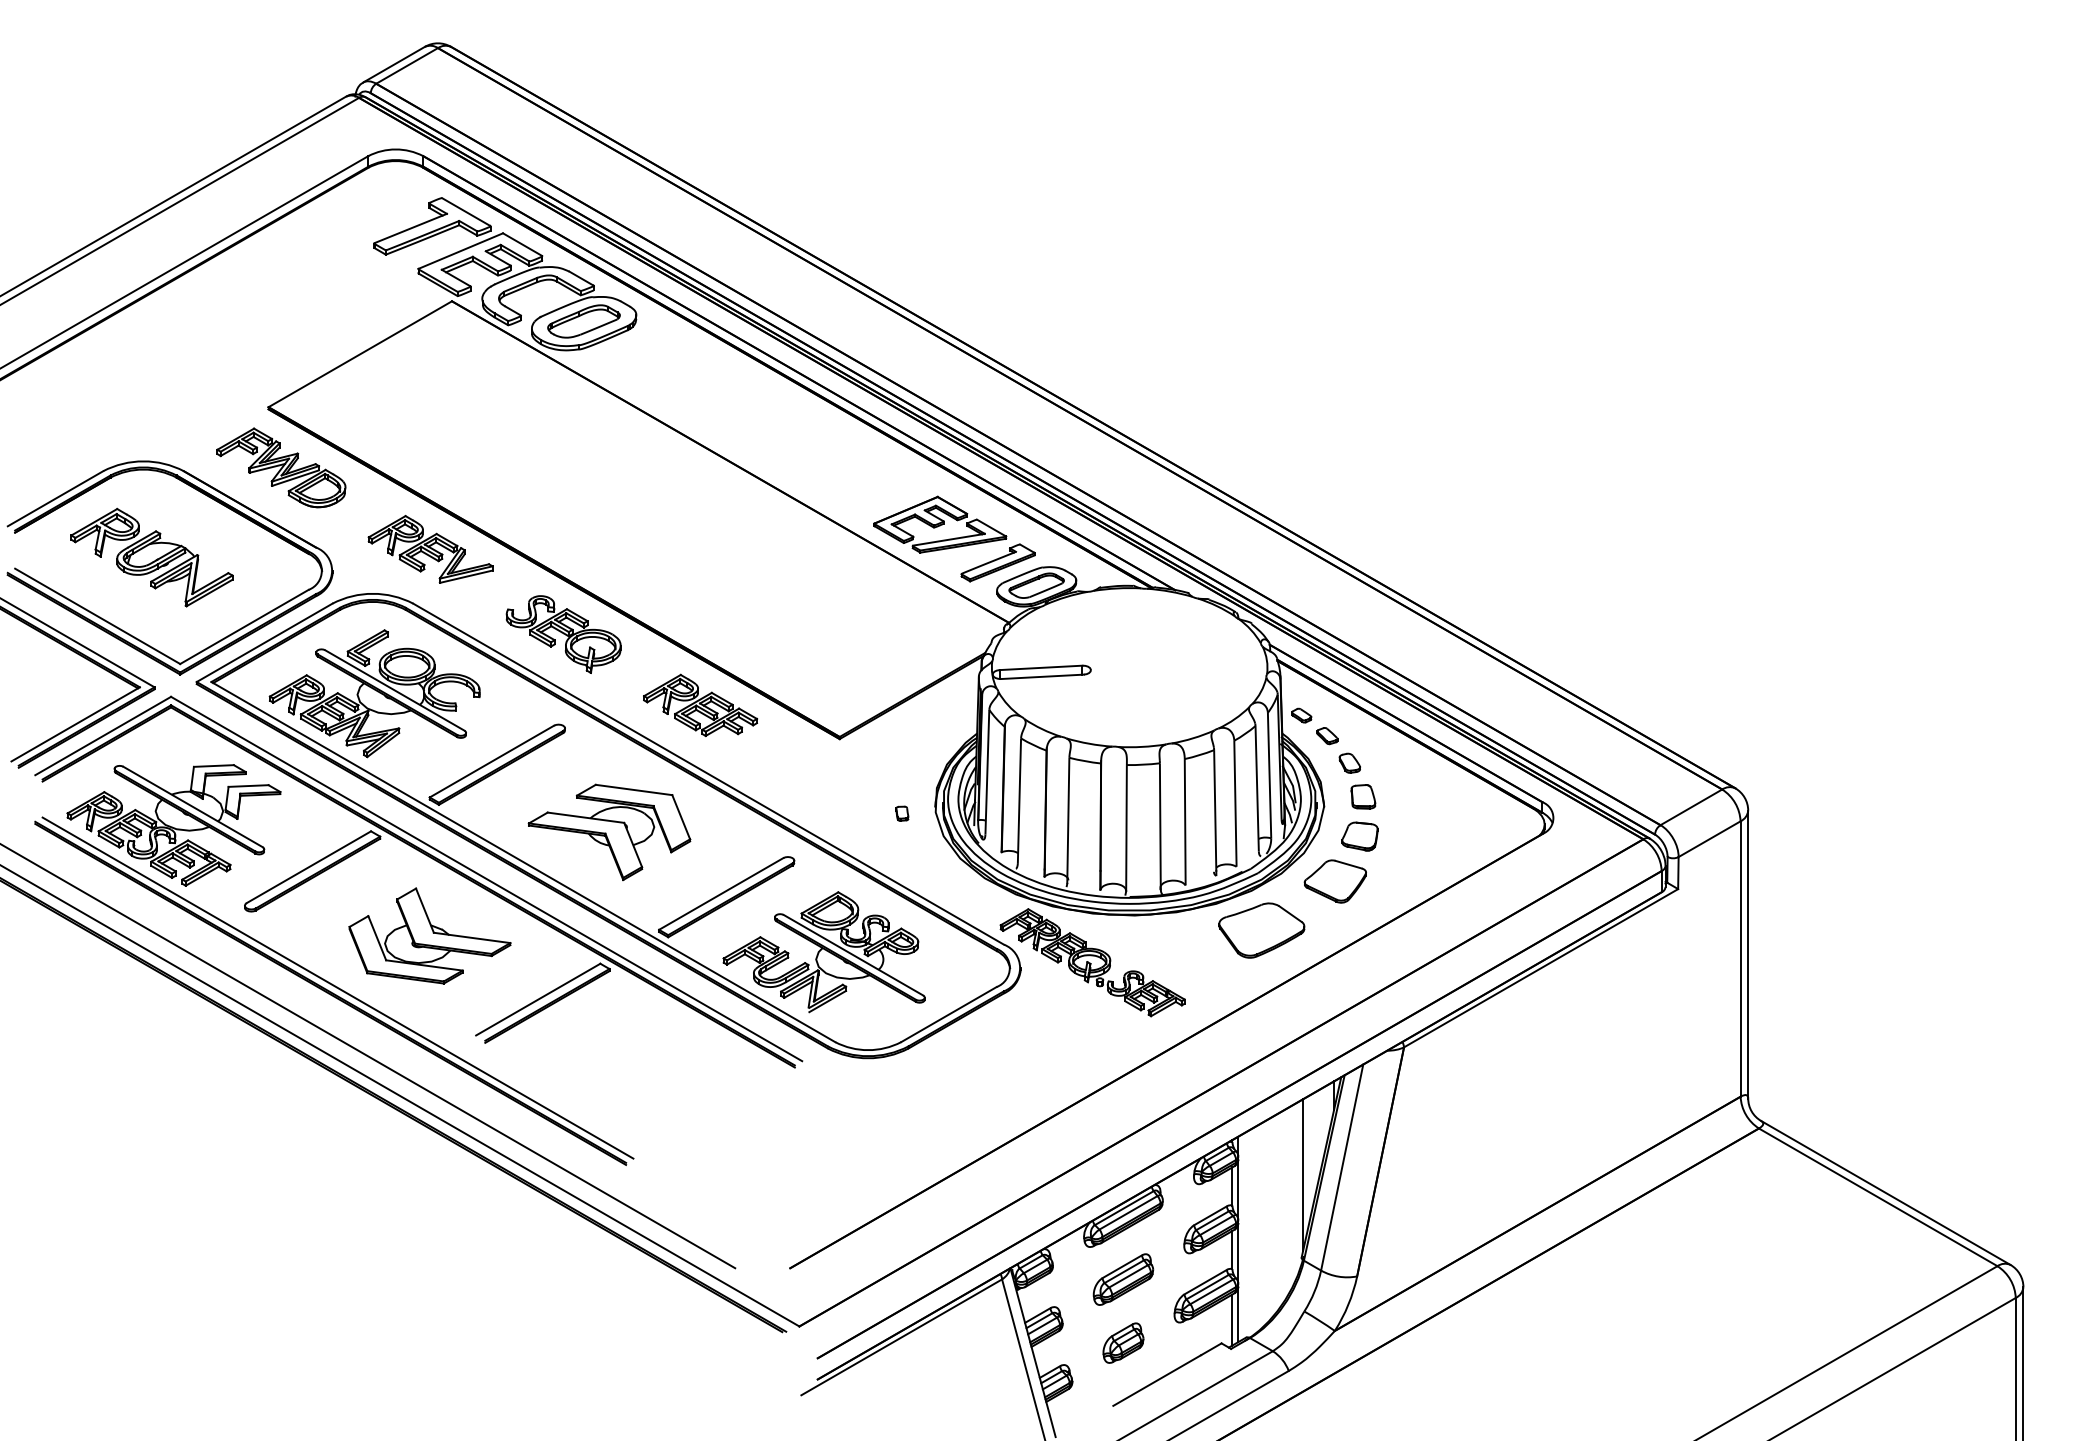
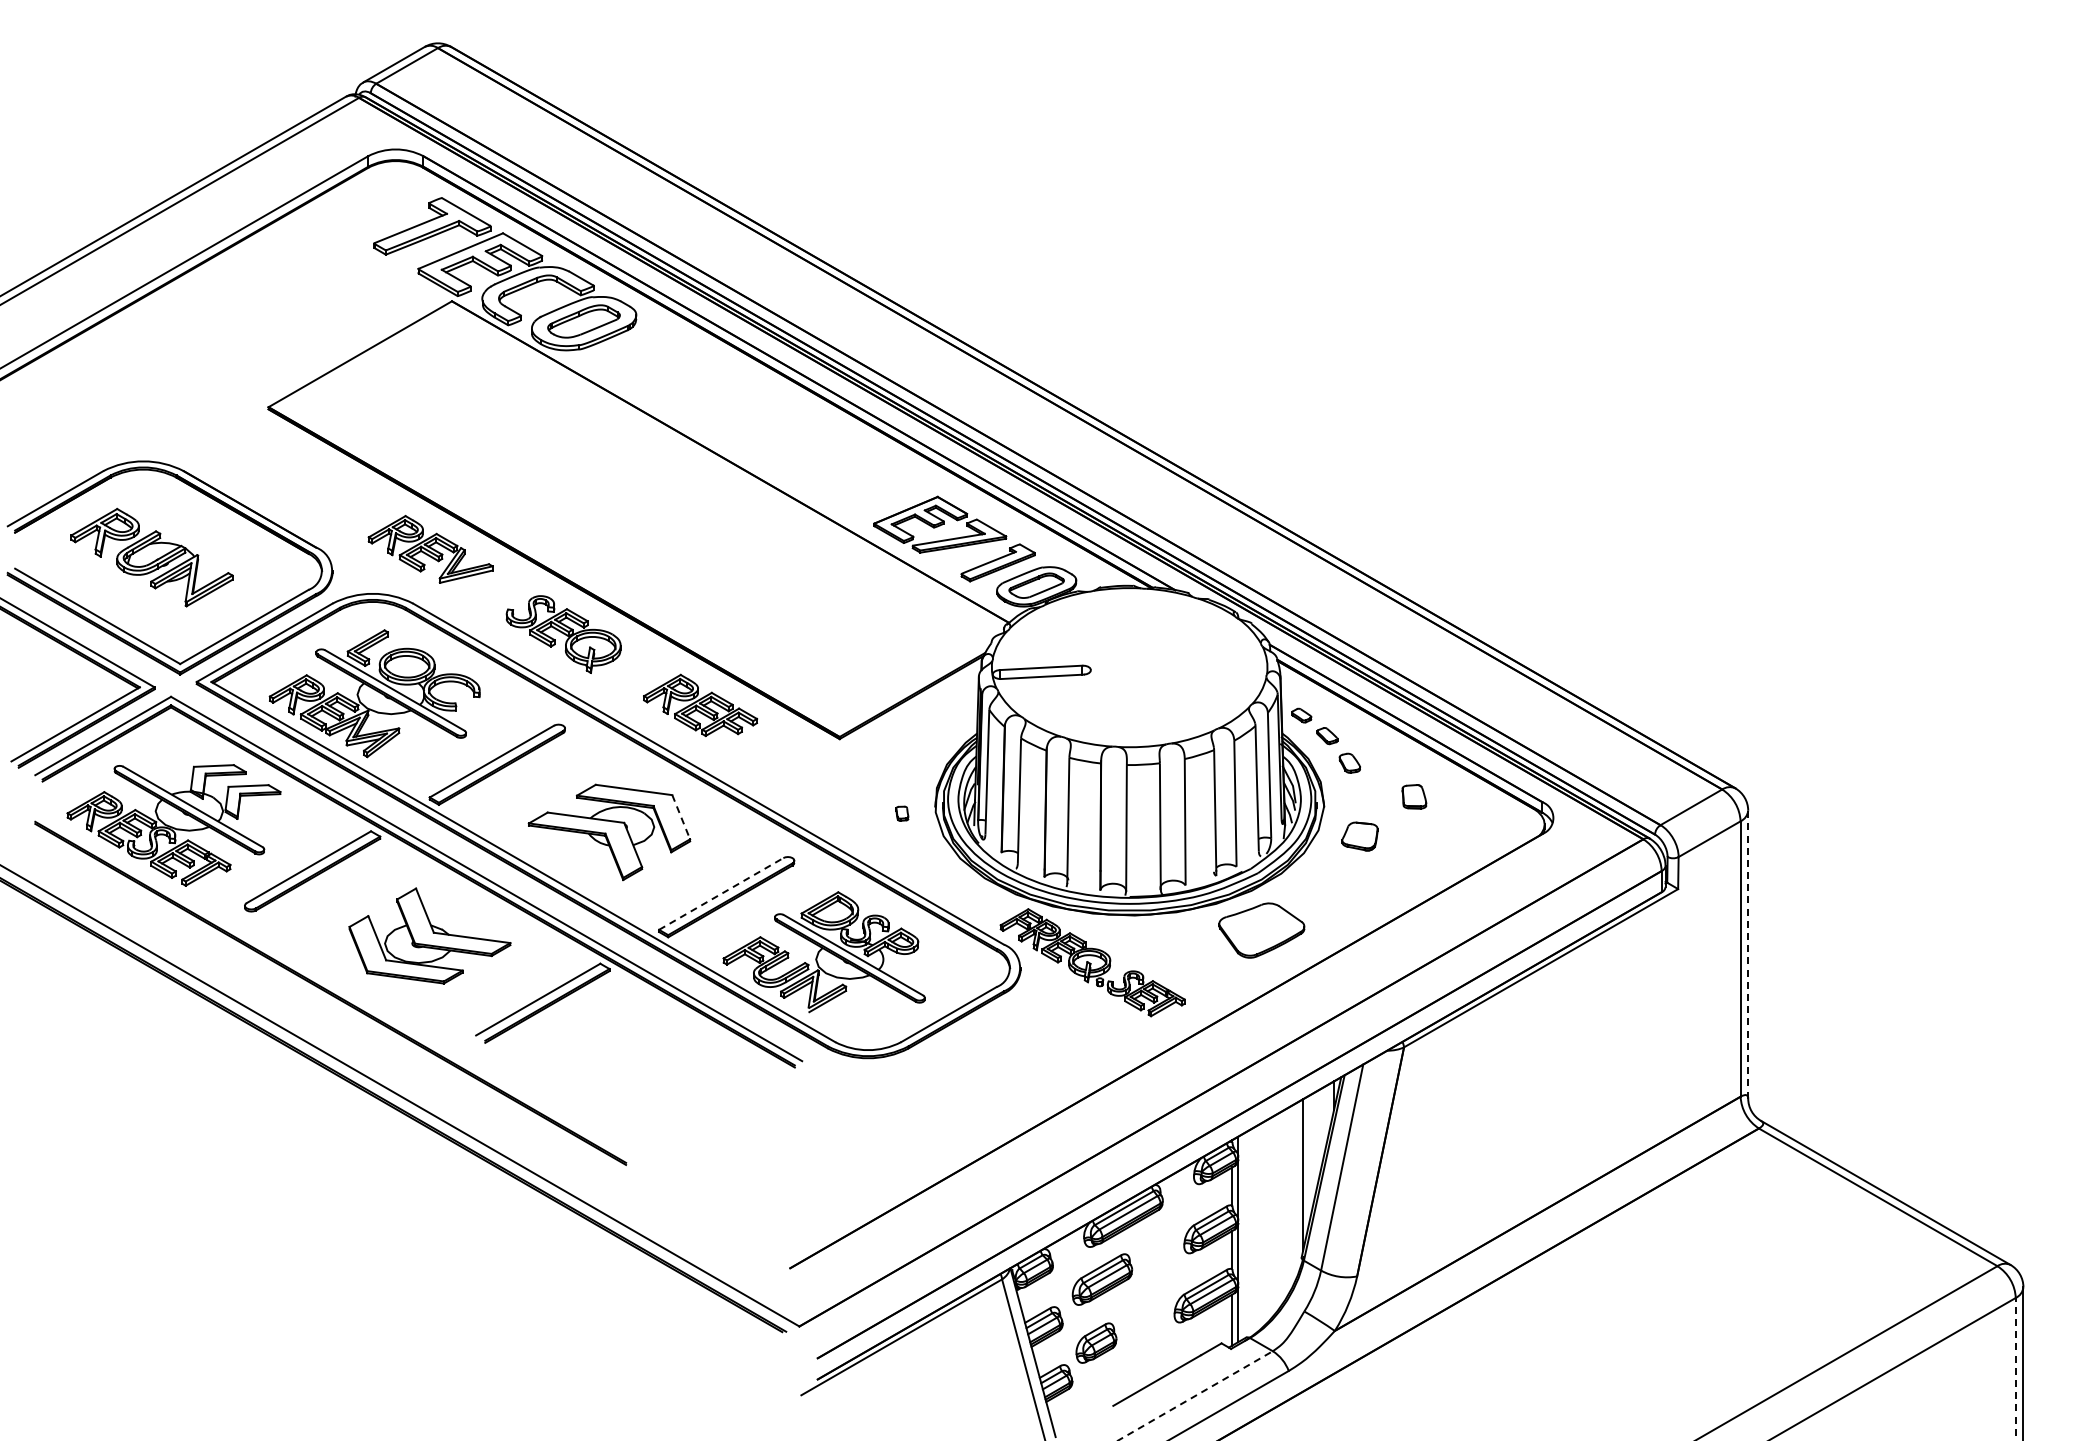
part at (281, 467): present -> none
part at (1363, 796) position: (1363, 796) -> (1414, 796)
line at (681, 817): solid -> dashed
part at (1334, 881): present -> none
line at (721, 893): solid -> dashed
line at (1748, 954): solid -> dashed
line at (337, 987): present -> none
line at (368, 1056): present -> none
part at (1123, 1279) position: (1123, 1279) -> (1102, 1279)
part at (1123, 1342) position: (1123, 1342) -> (1096, 1342)
line at (2015, 1368): solid -> dashed
line at (1195, 1396): solid -> dashed
